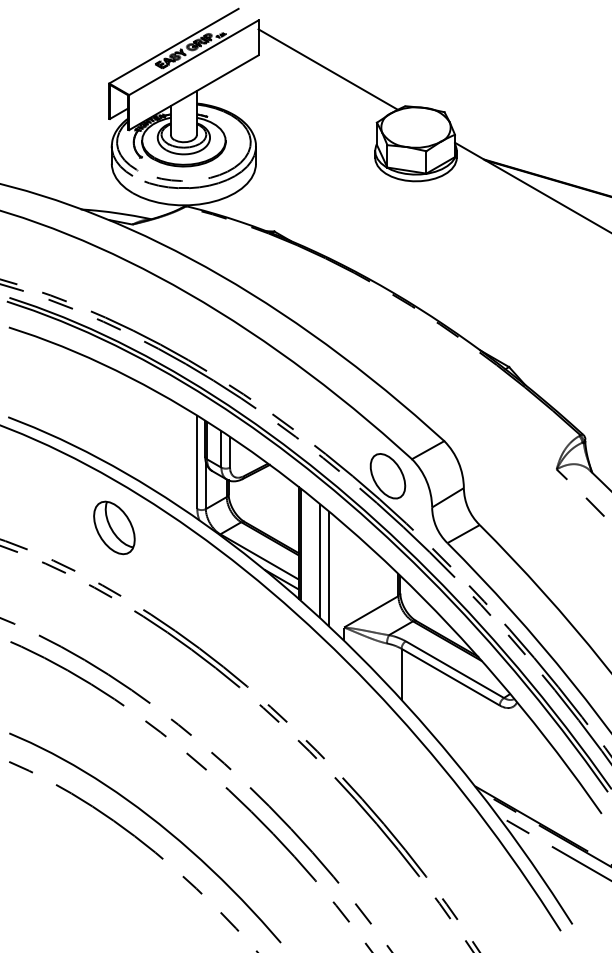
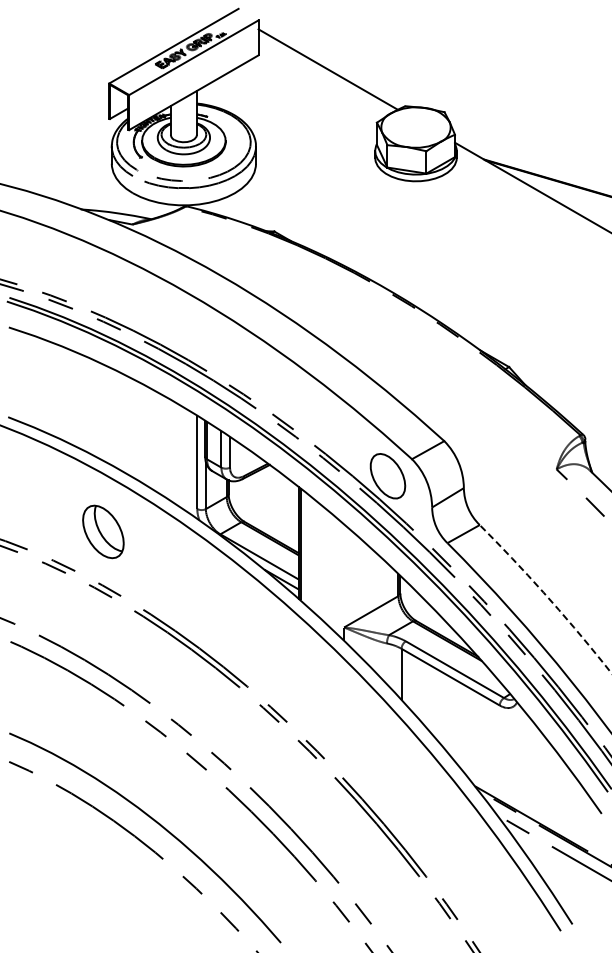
part at (114, 527) position: (114, 527) -> (103, 531)
line at (319, 560): present -> none
line at (328, 568): present -> none
arc at (548, 597): solid -> dashed
